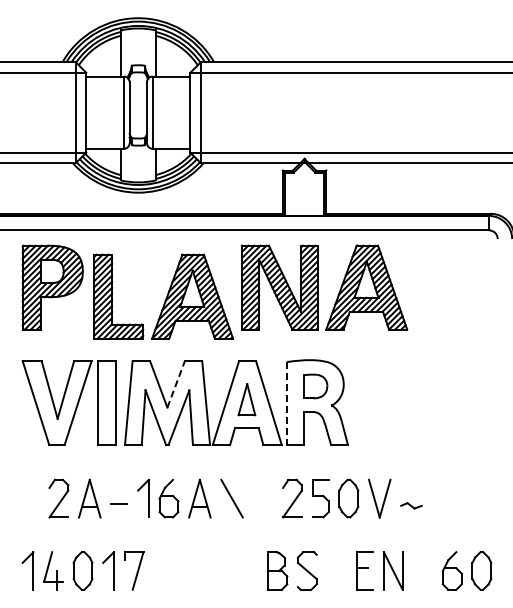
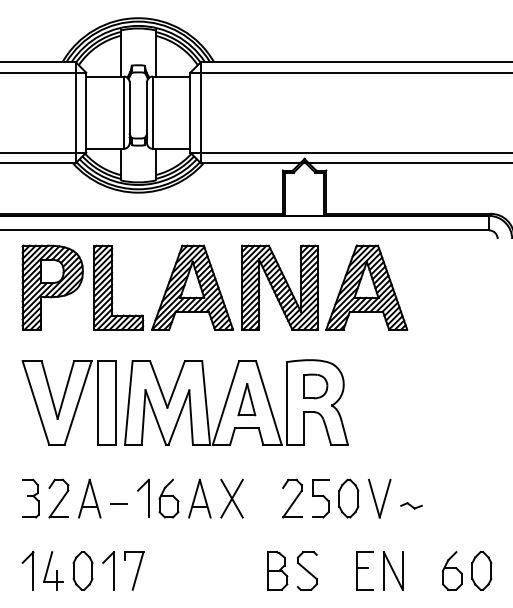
part at (163, 296) position: (163, 296) -> (163, 287)
line at (176, 384): dashed -> solid
line at (286, 404): dashed -> solid
part at (30, 498): none -> present
line at (231, 498): none -> present
